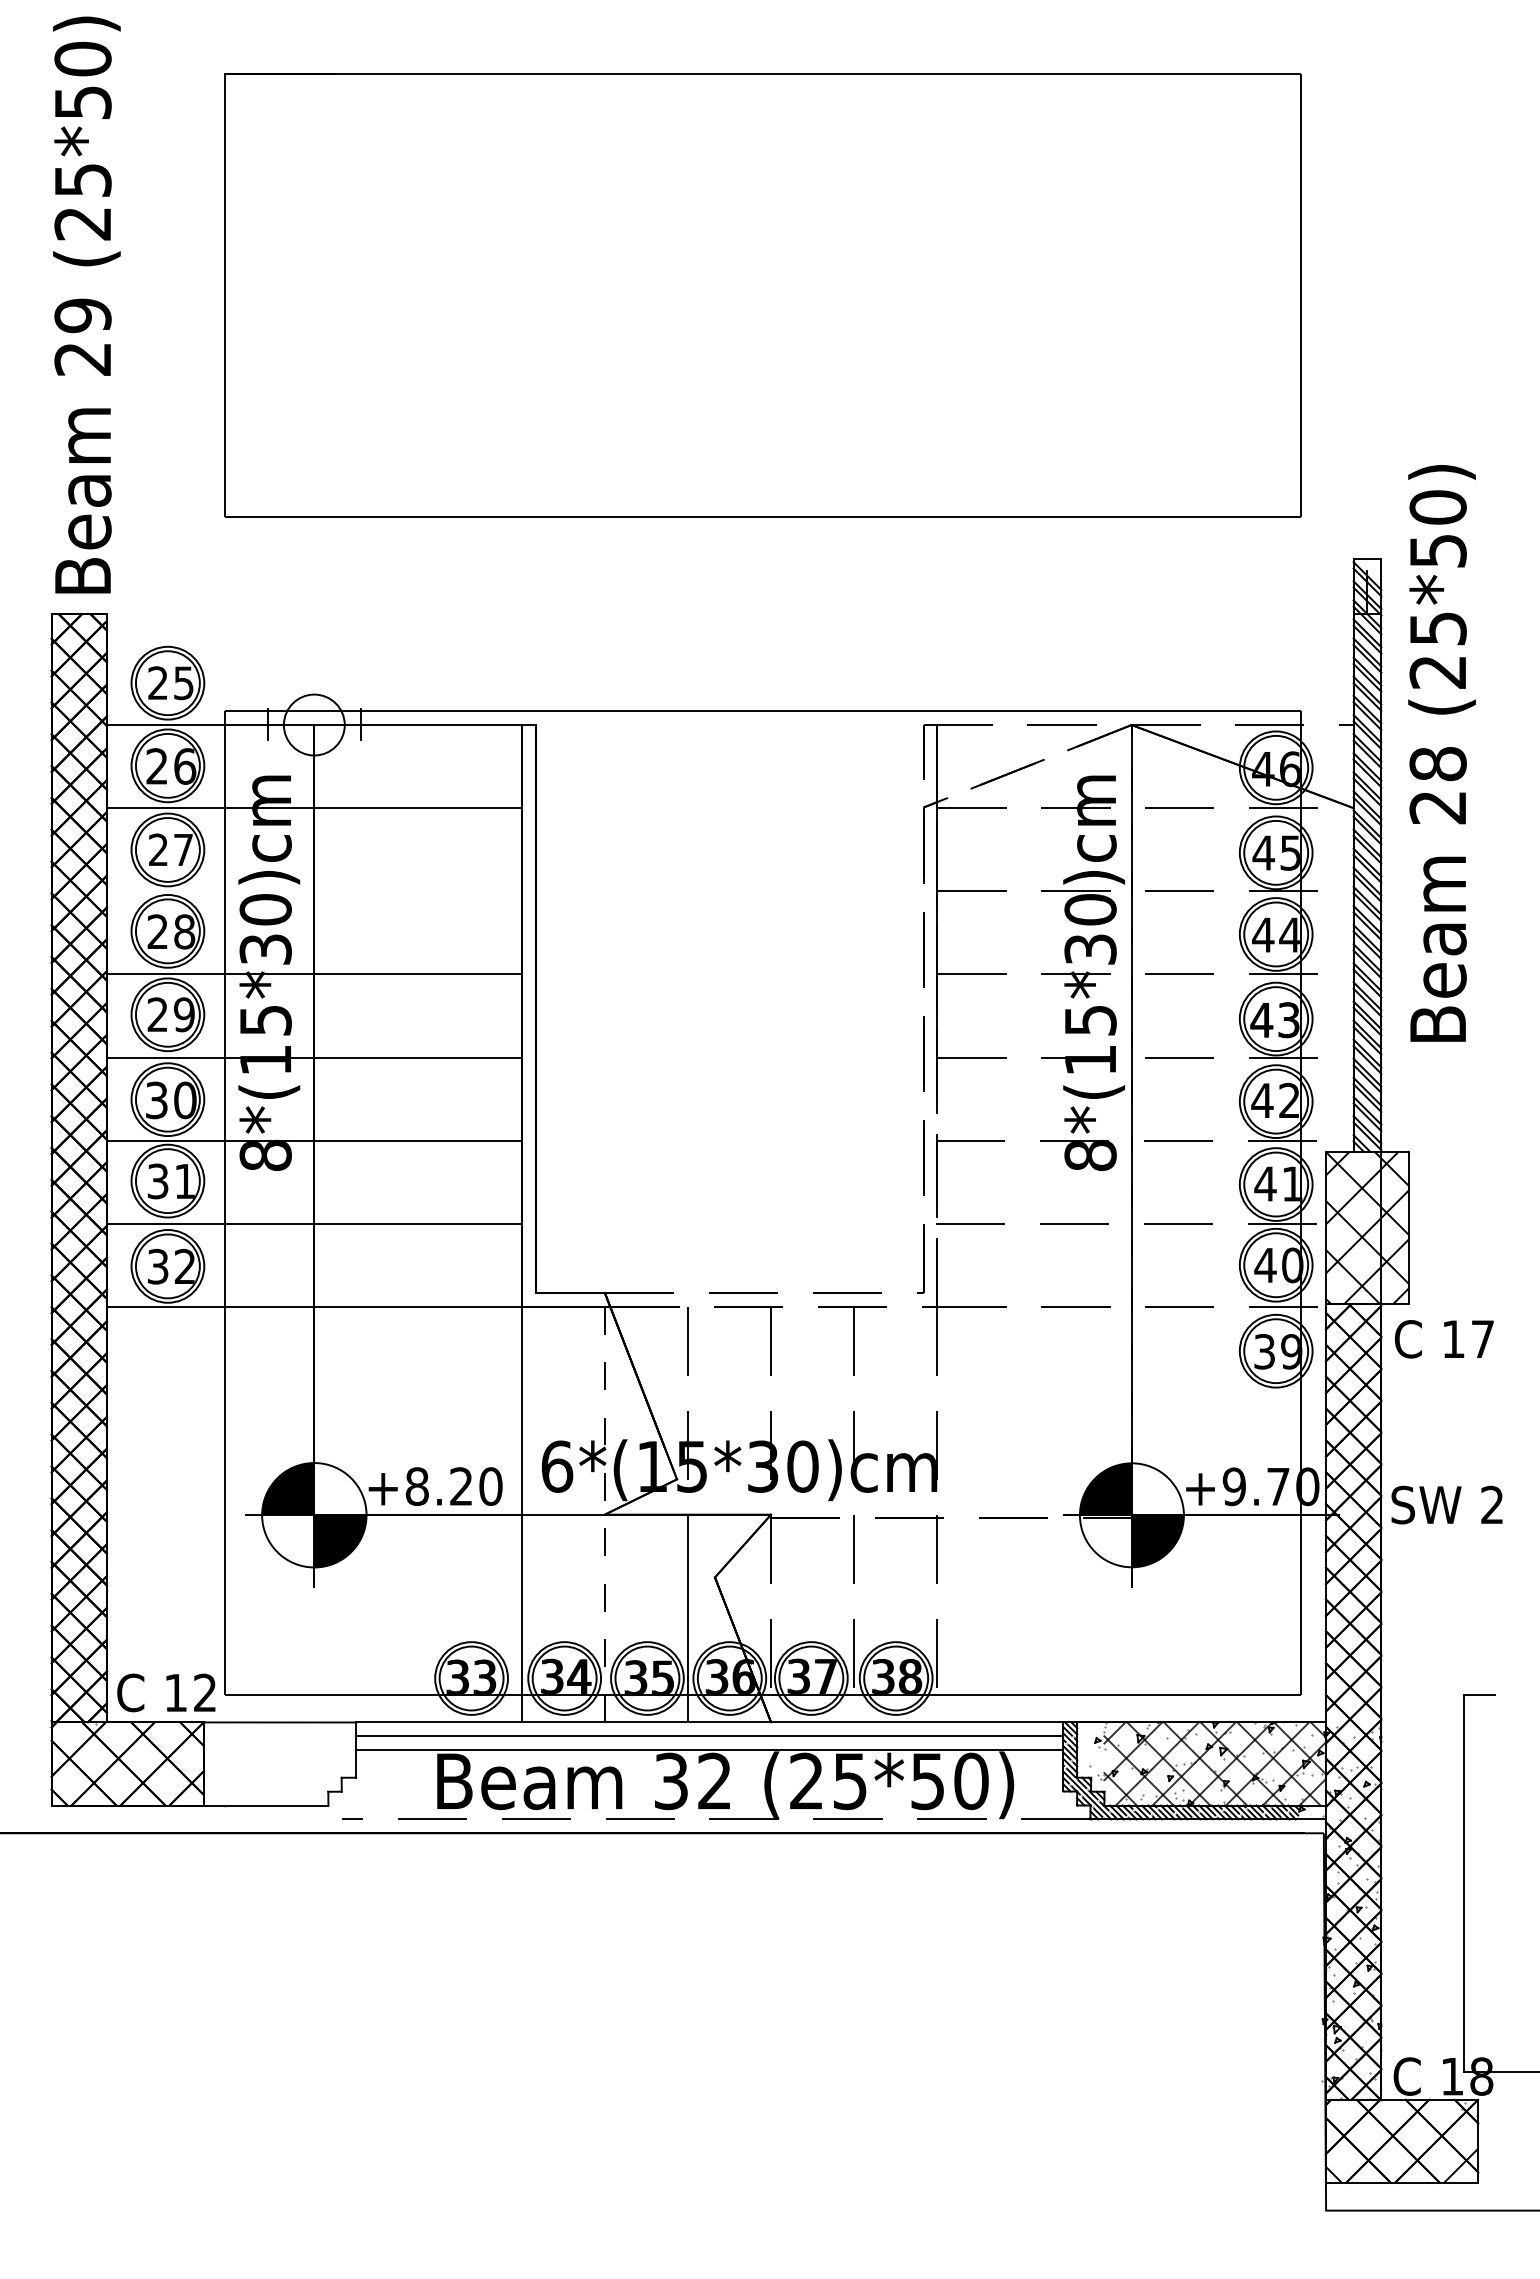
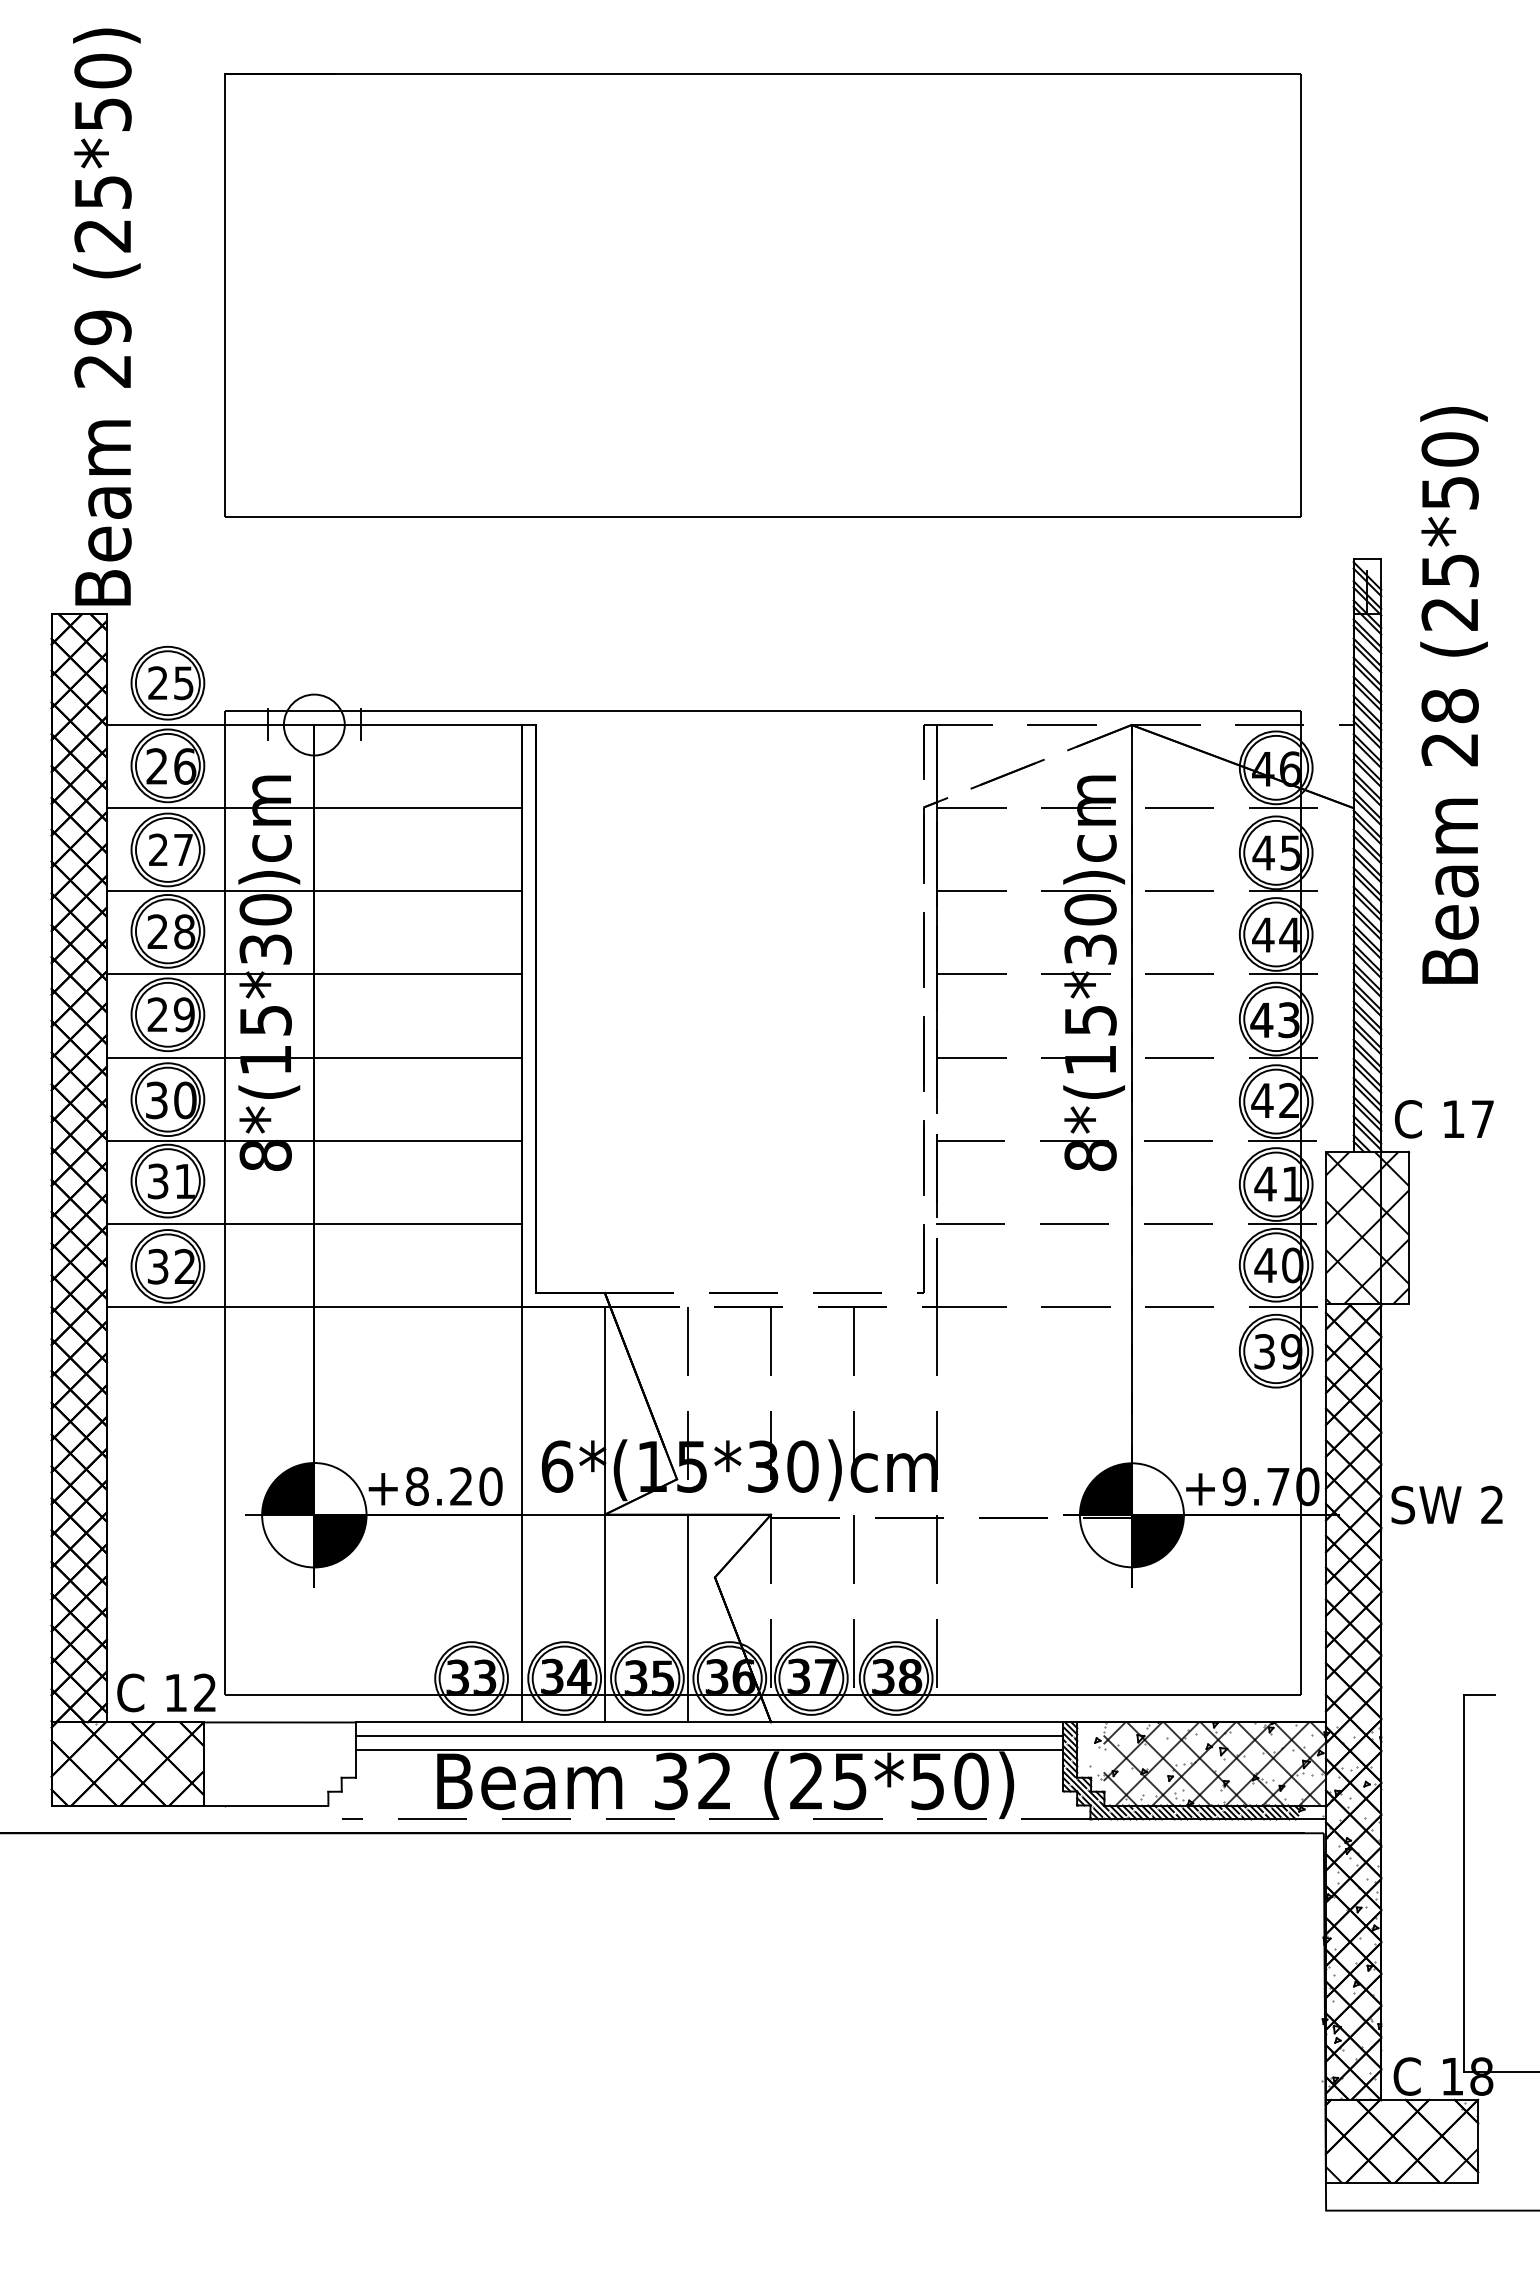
text at (86, 304) position: (86, 304) -> (106, 316)
text at (1441, 753) position: (1441, 753) -> (1453, 695)
line at (313, 891): none -> present
text at (1444, 1339) position: (1444, 1339) -> (1444, 1119)
line at (604, 1514): dashed -> solid
